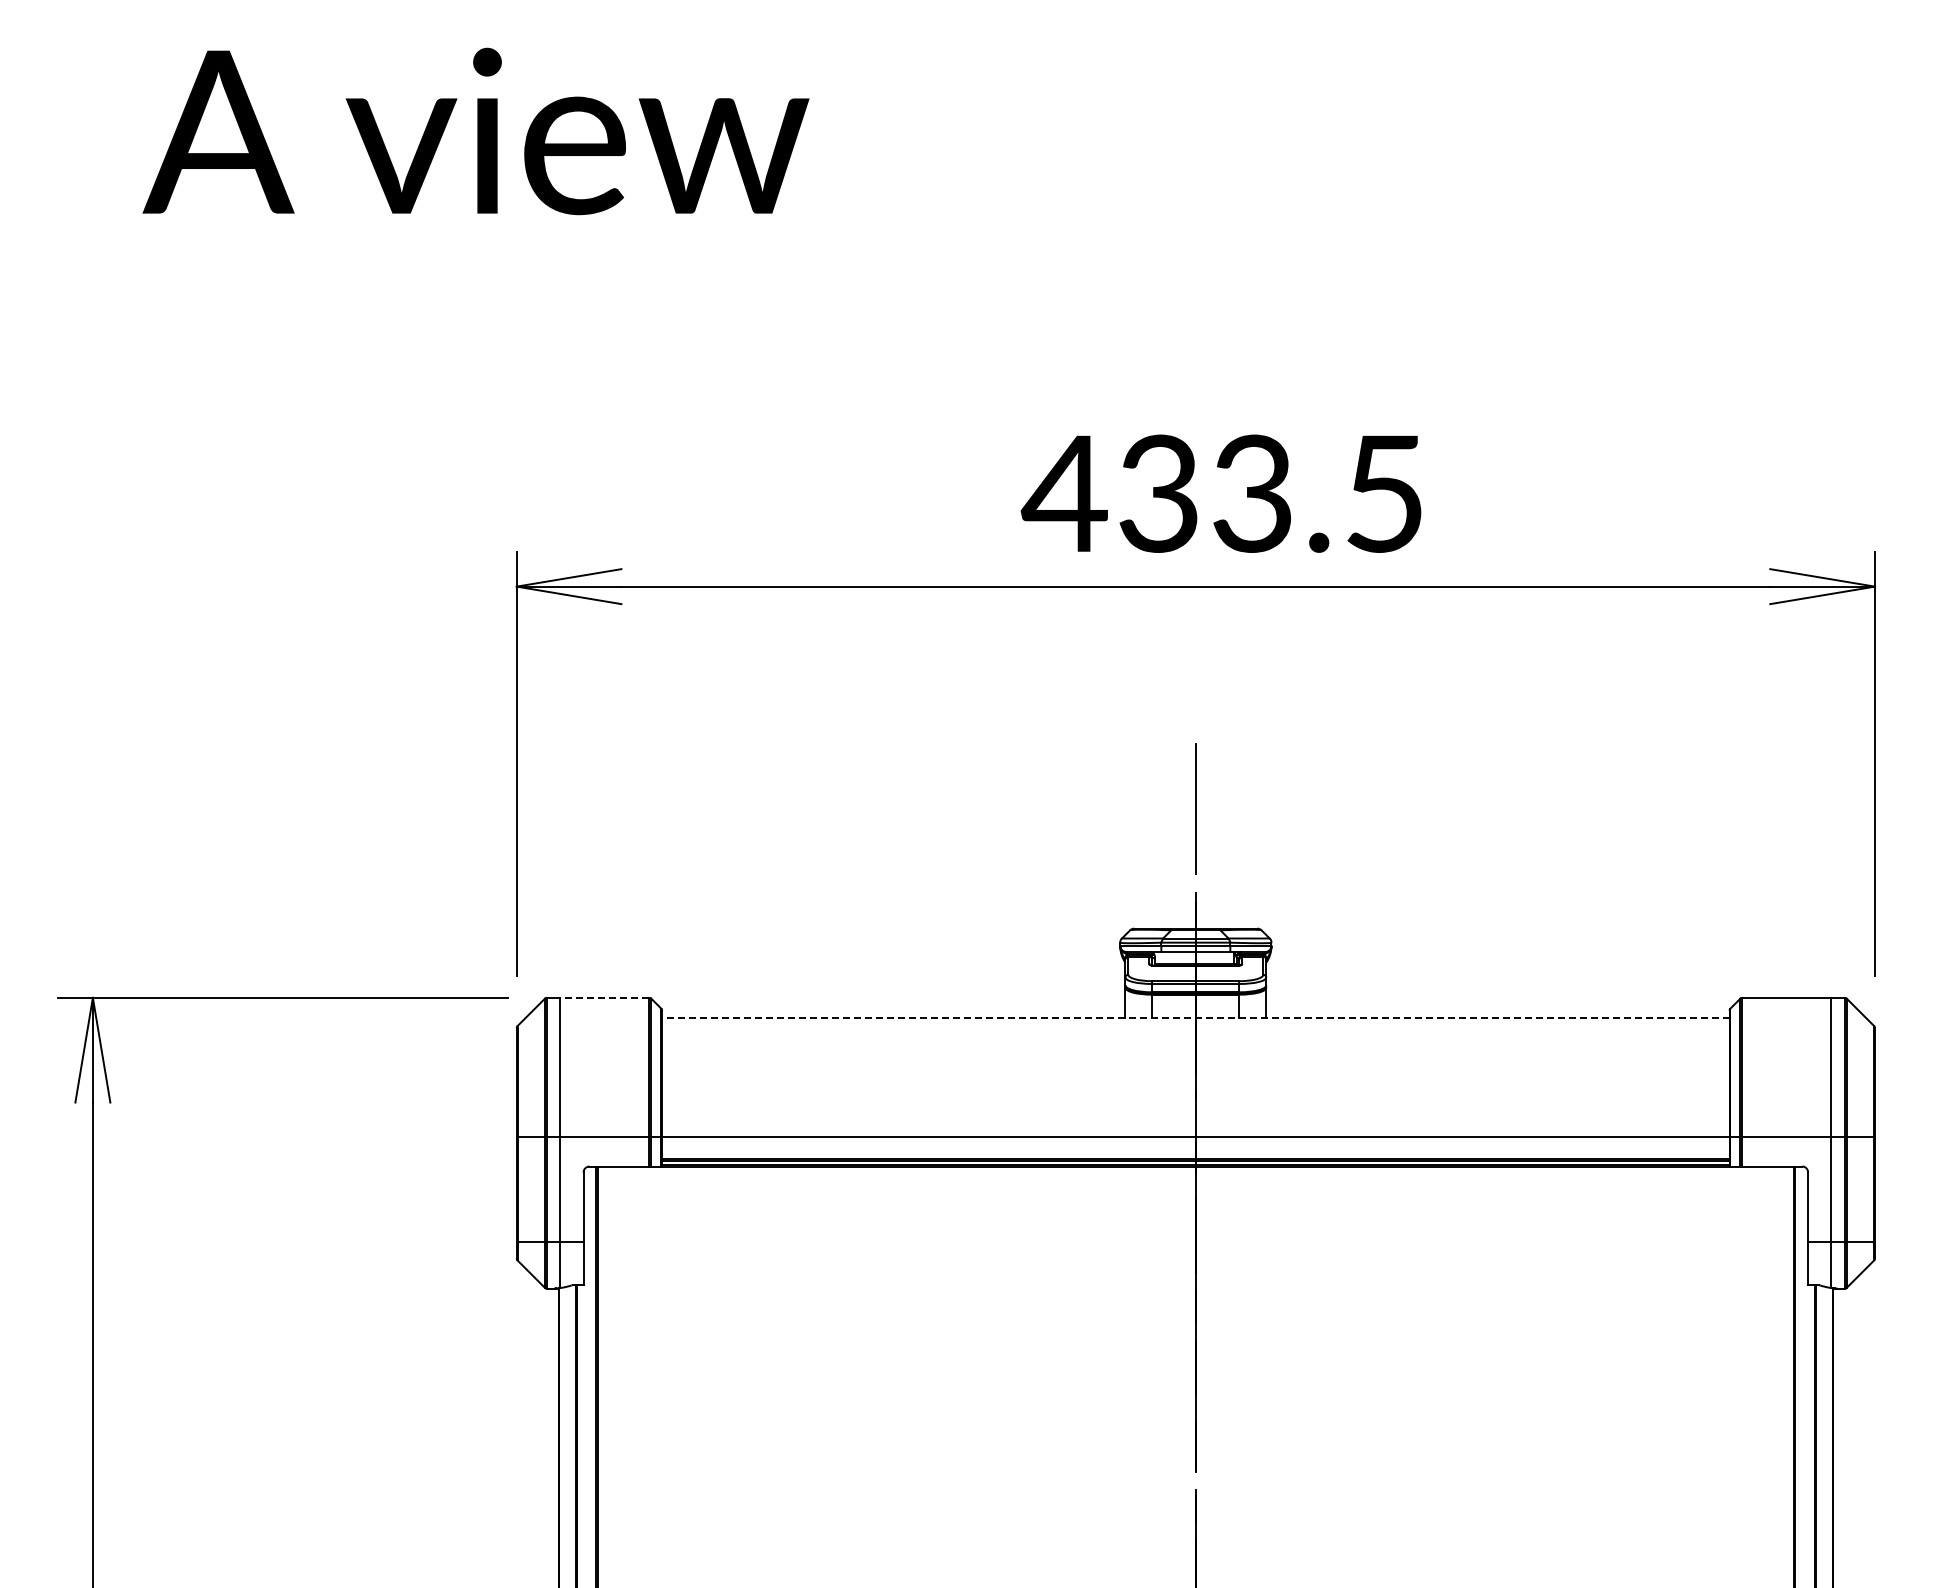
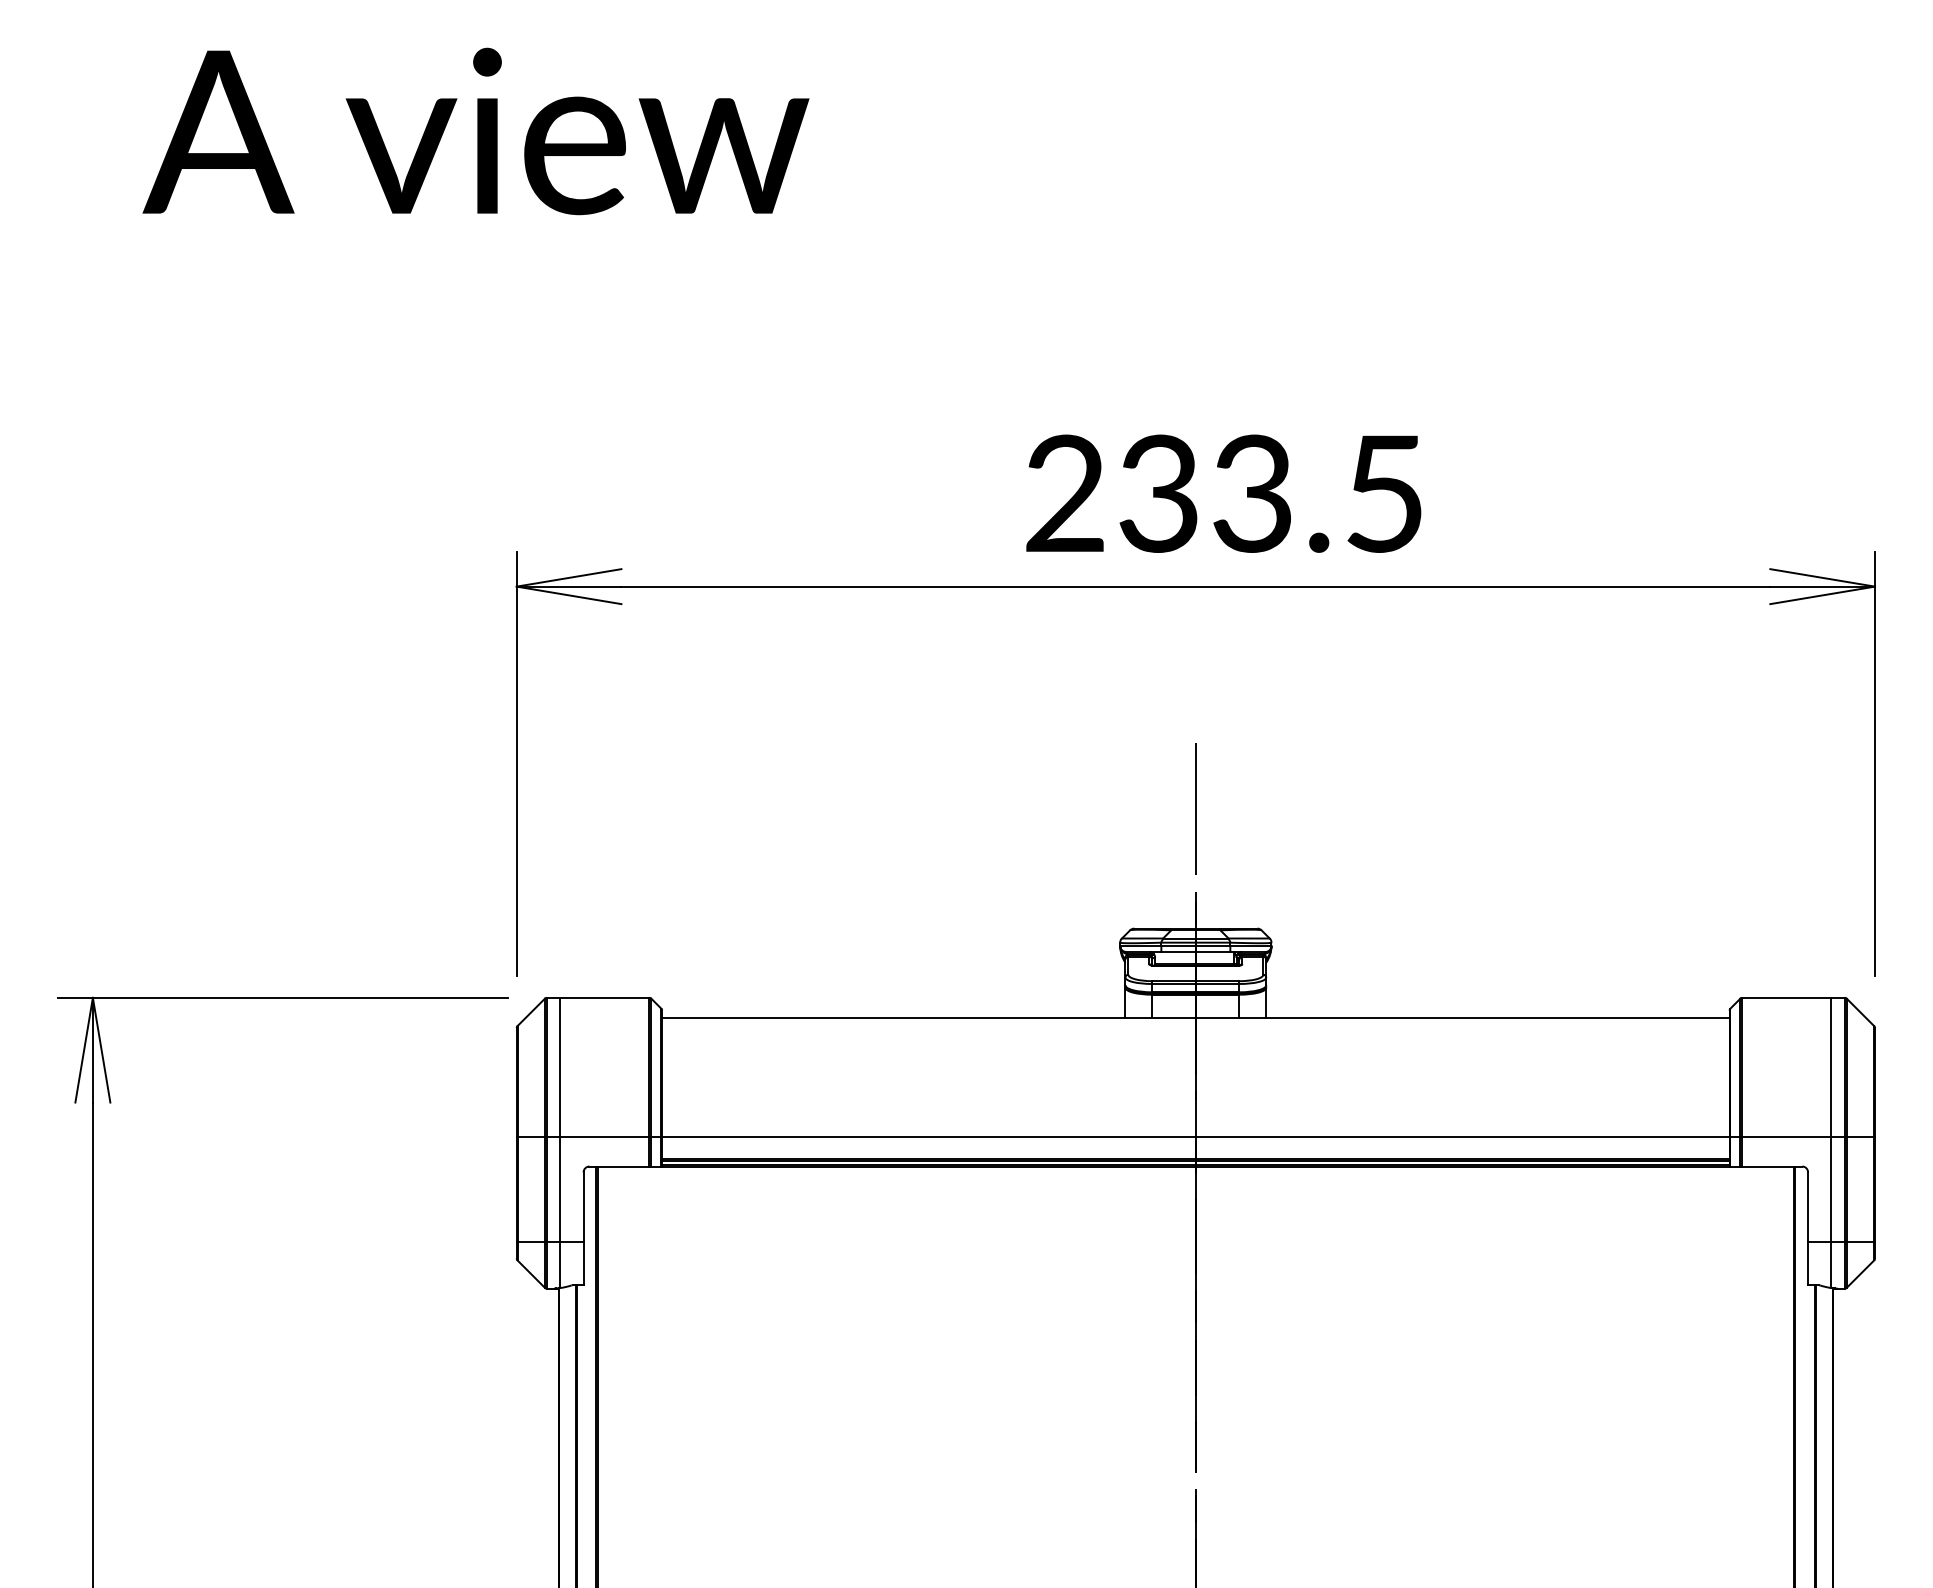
text at (1063, 492): 433.5 -> 233.5
line at (604, 997): dashed -> solid
line at (1195, 1018): dashed -> solid
